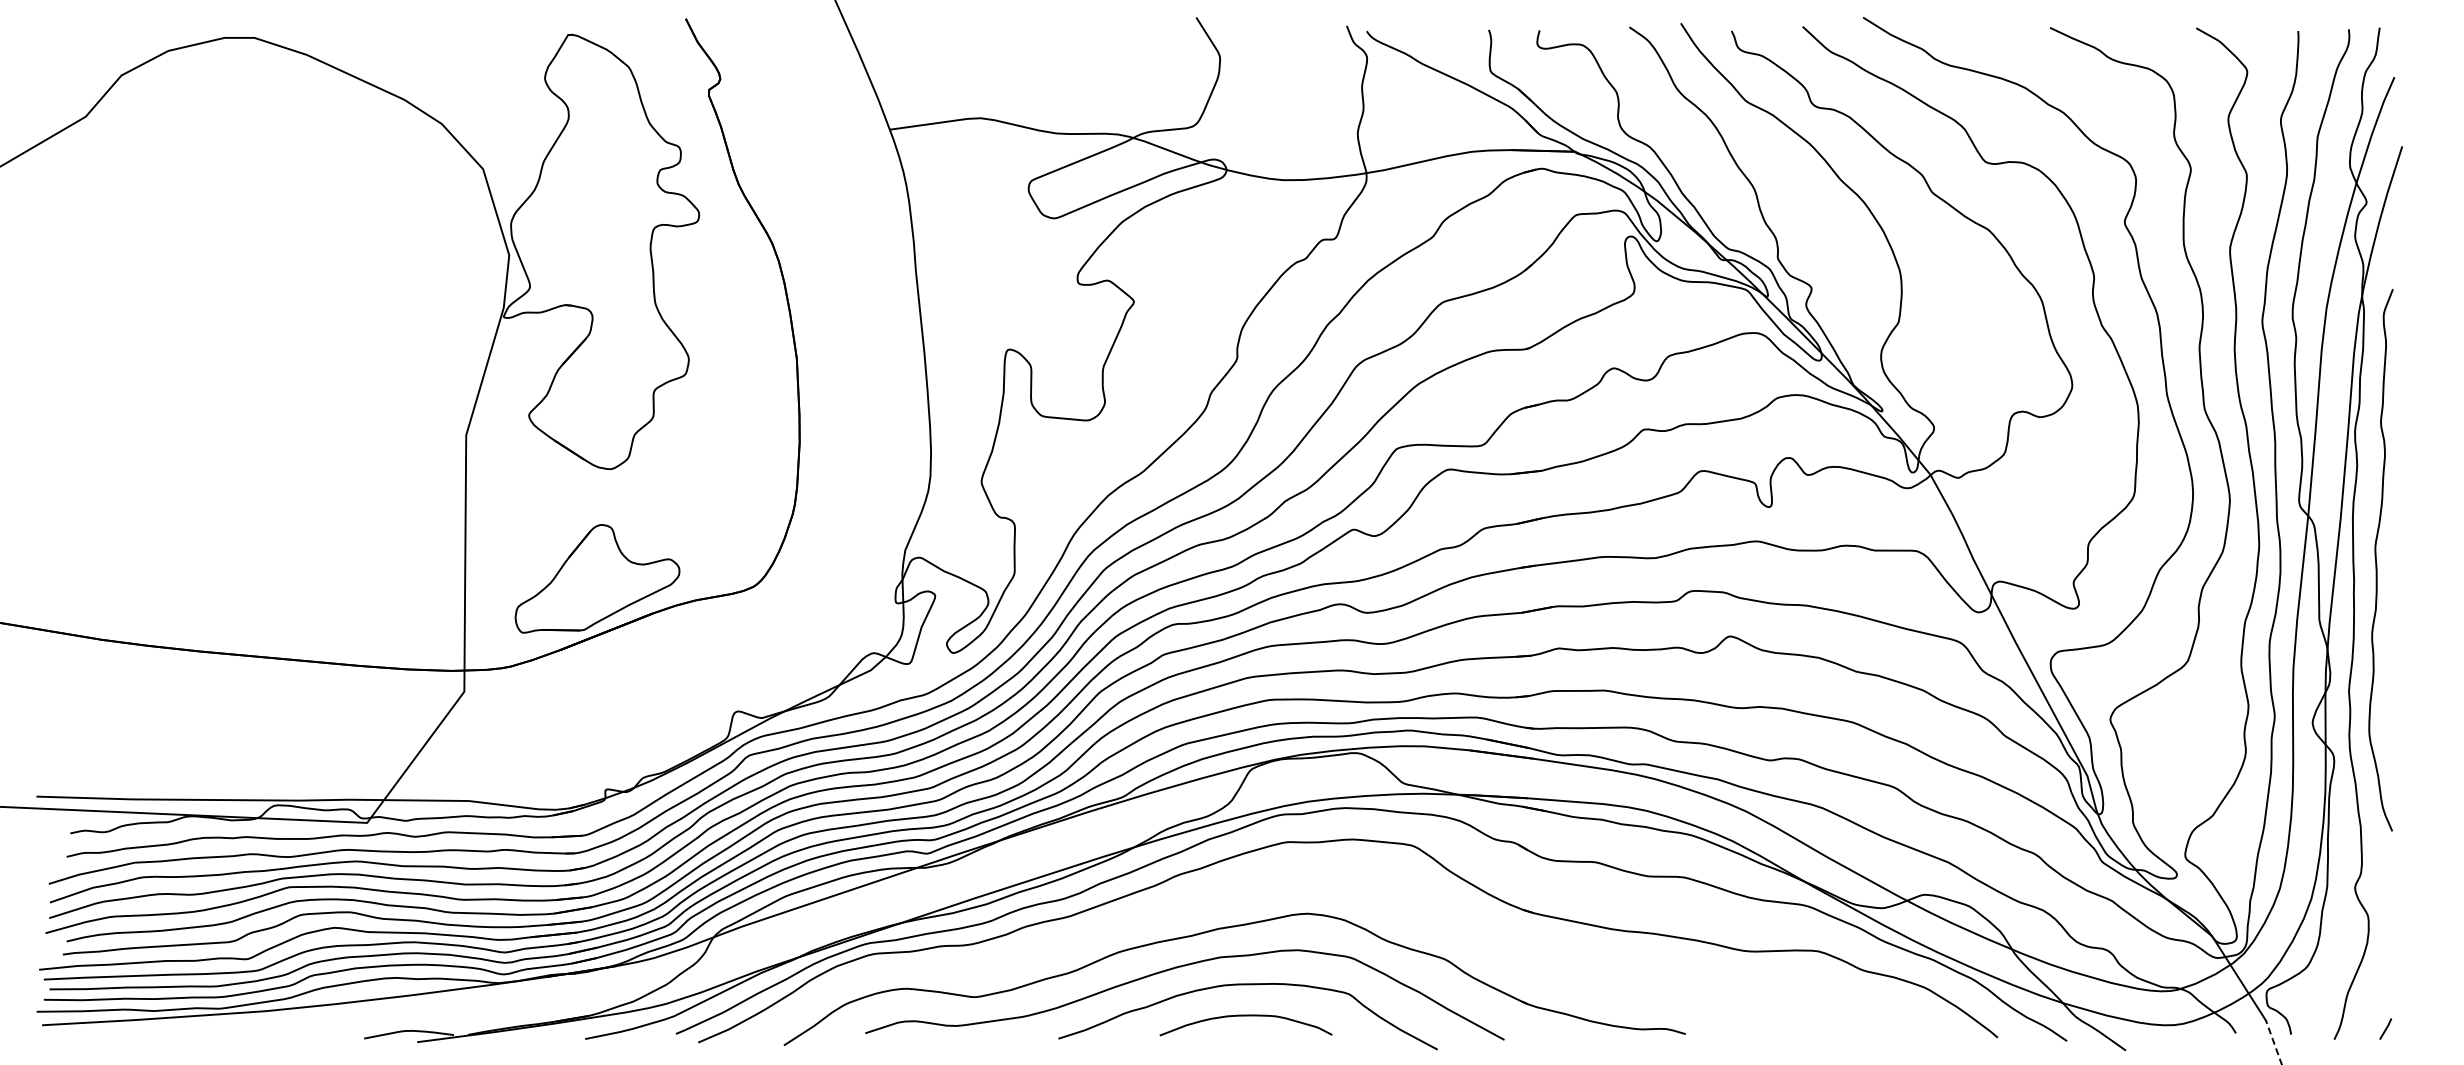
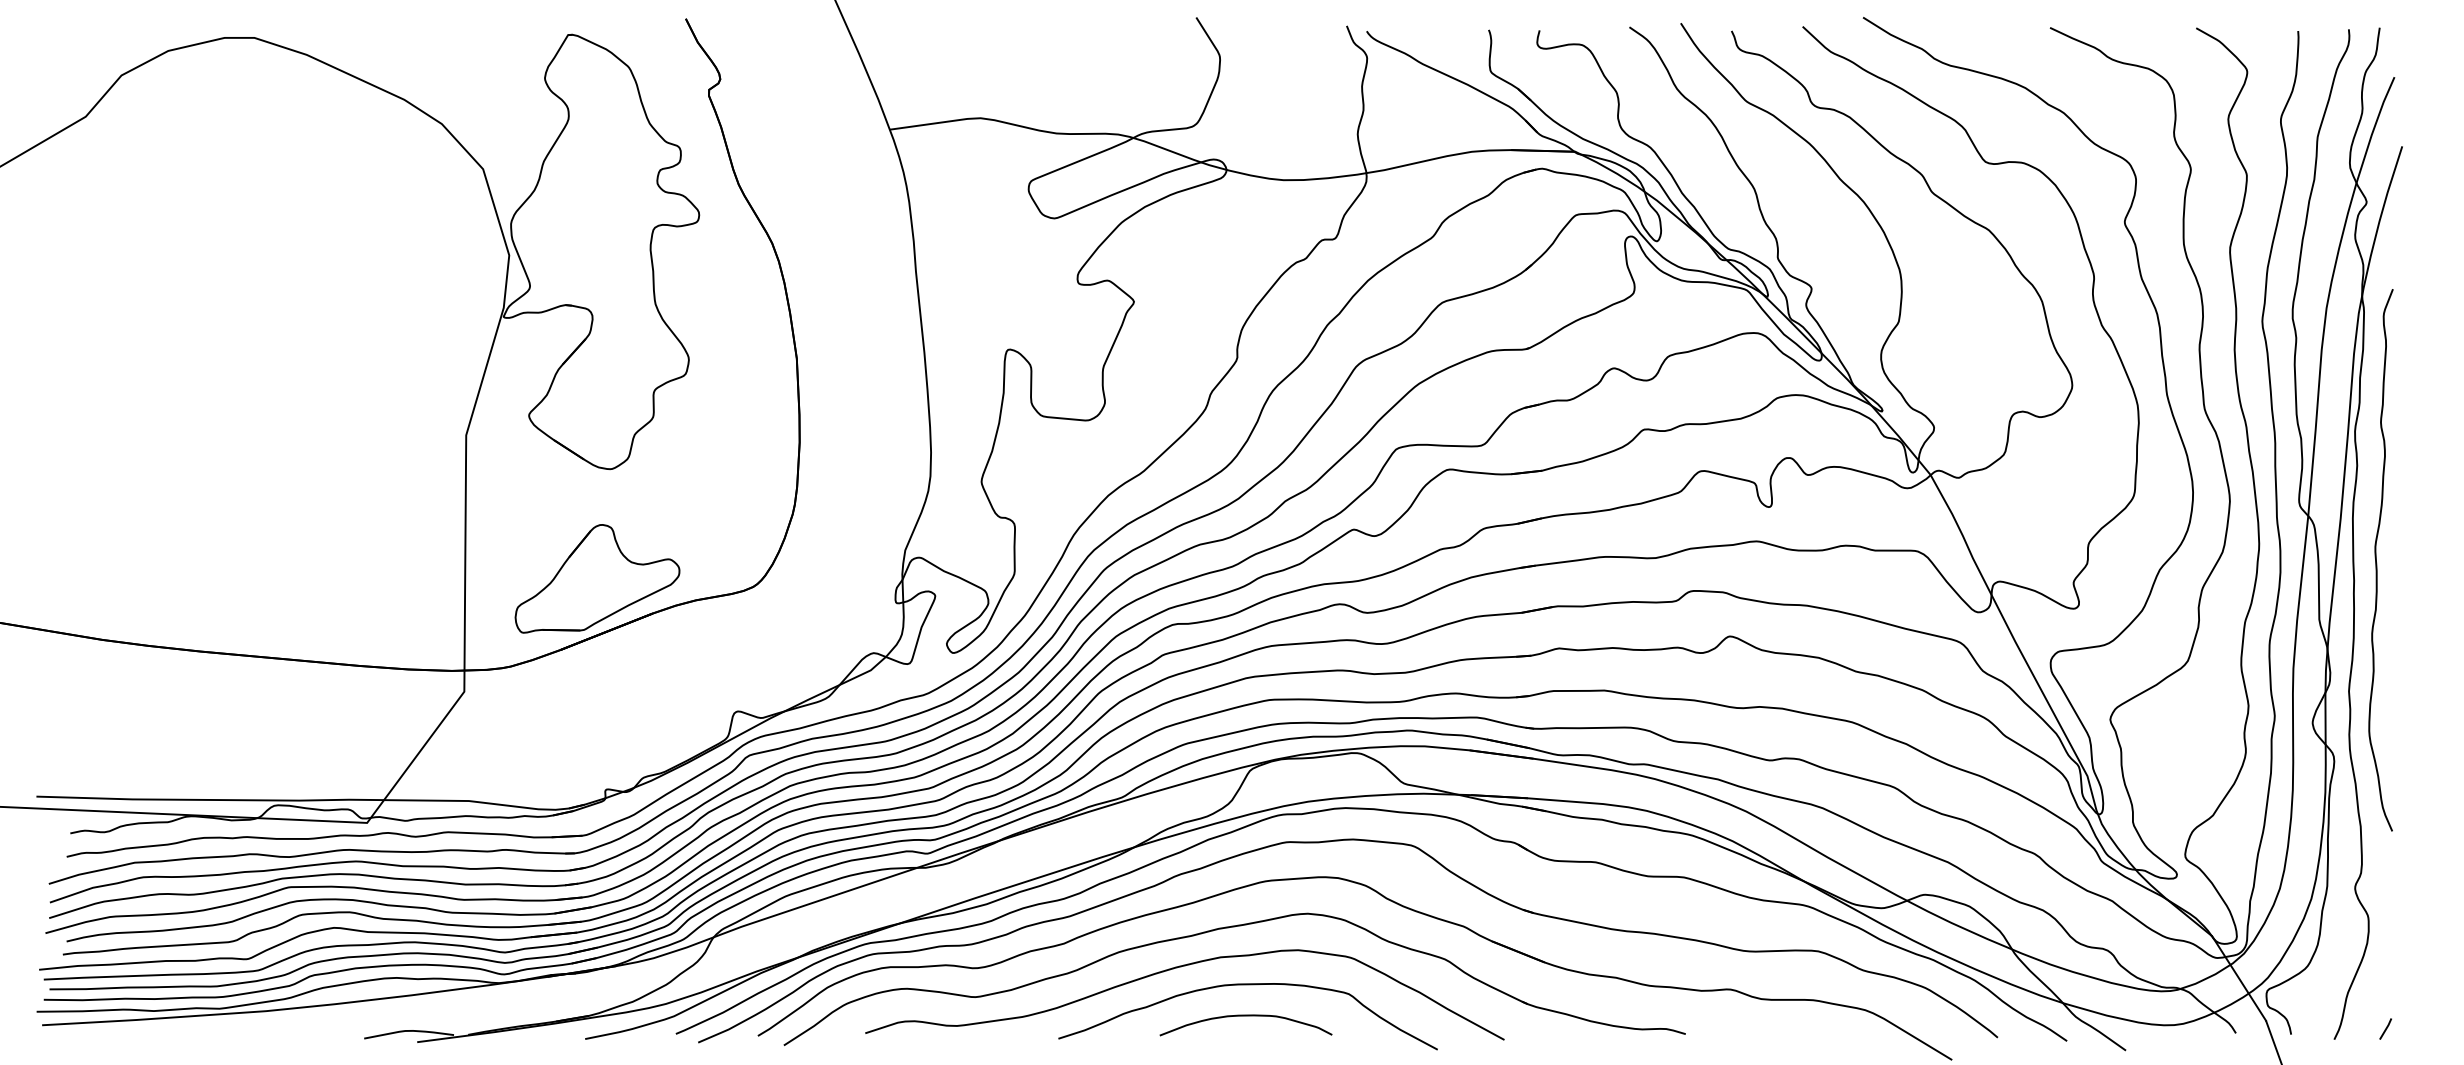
part at (1388, 900): none -> present
line at (2273, 1042): dashed -> solid
